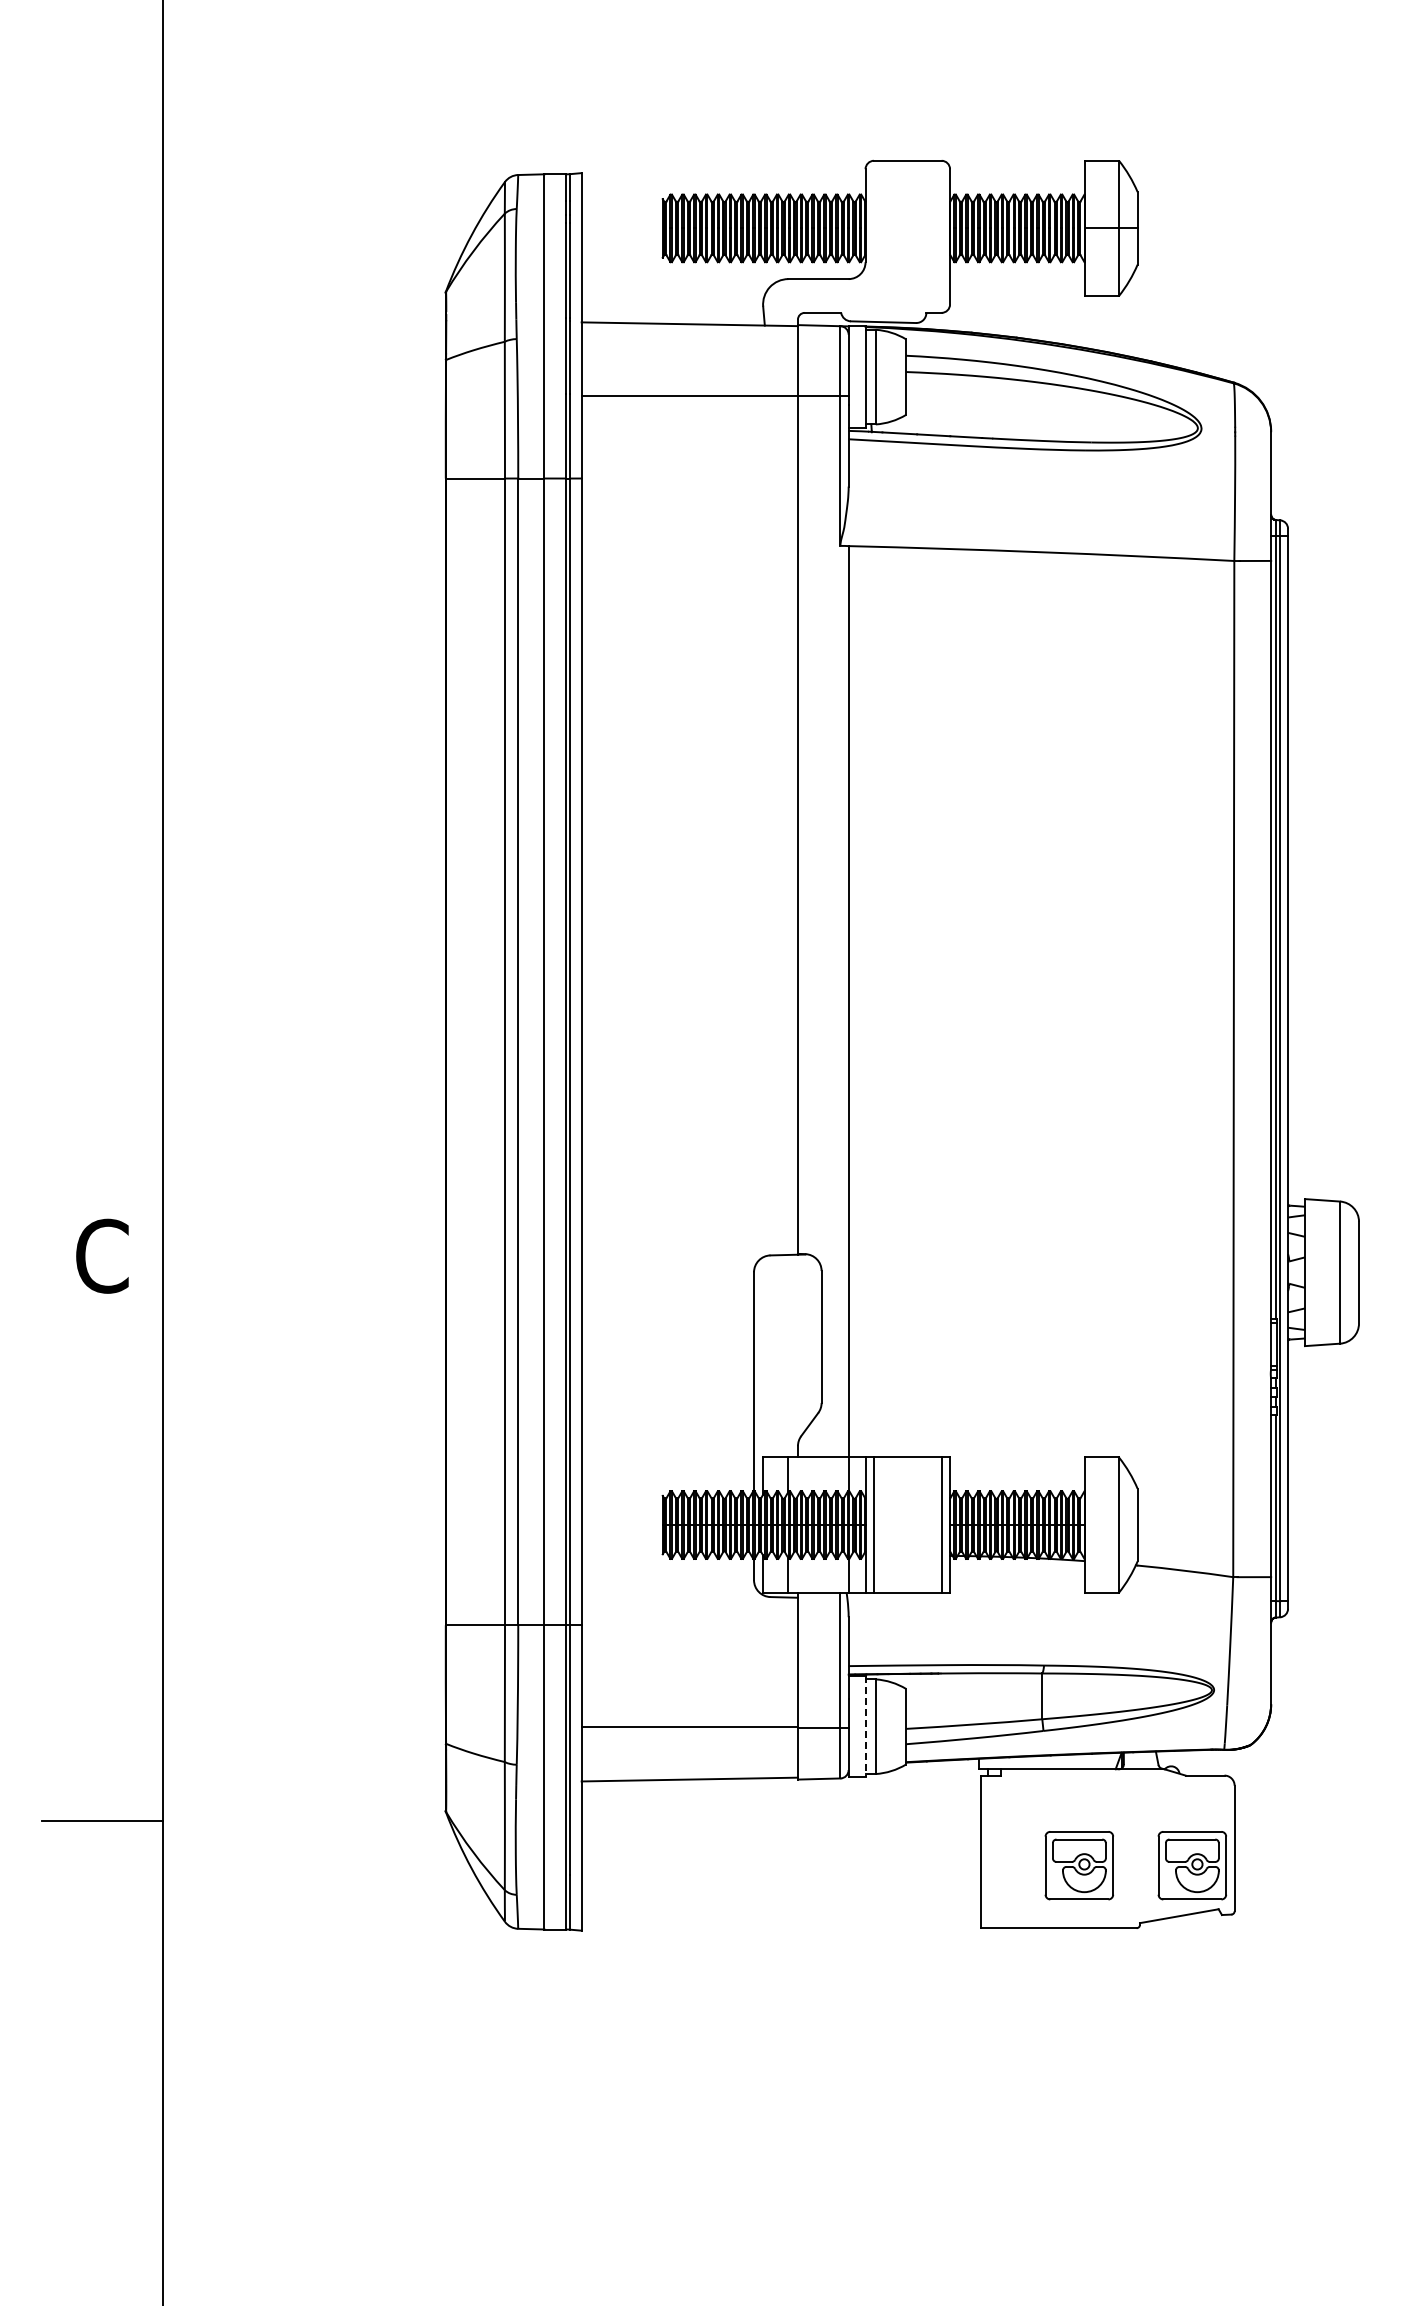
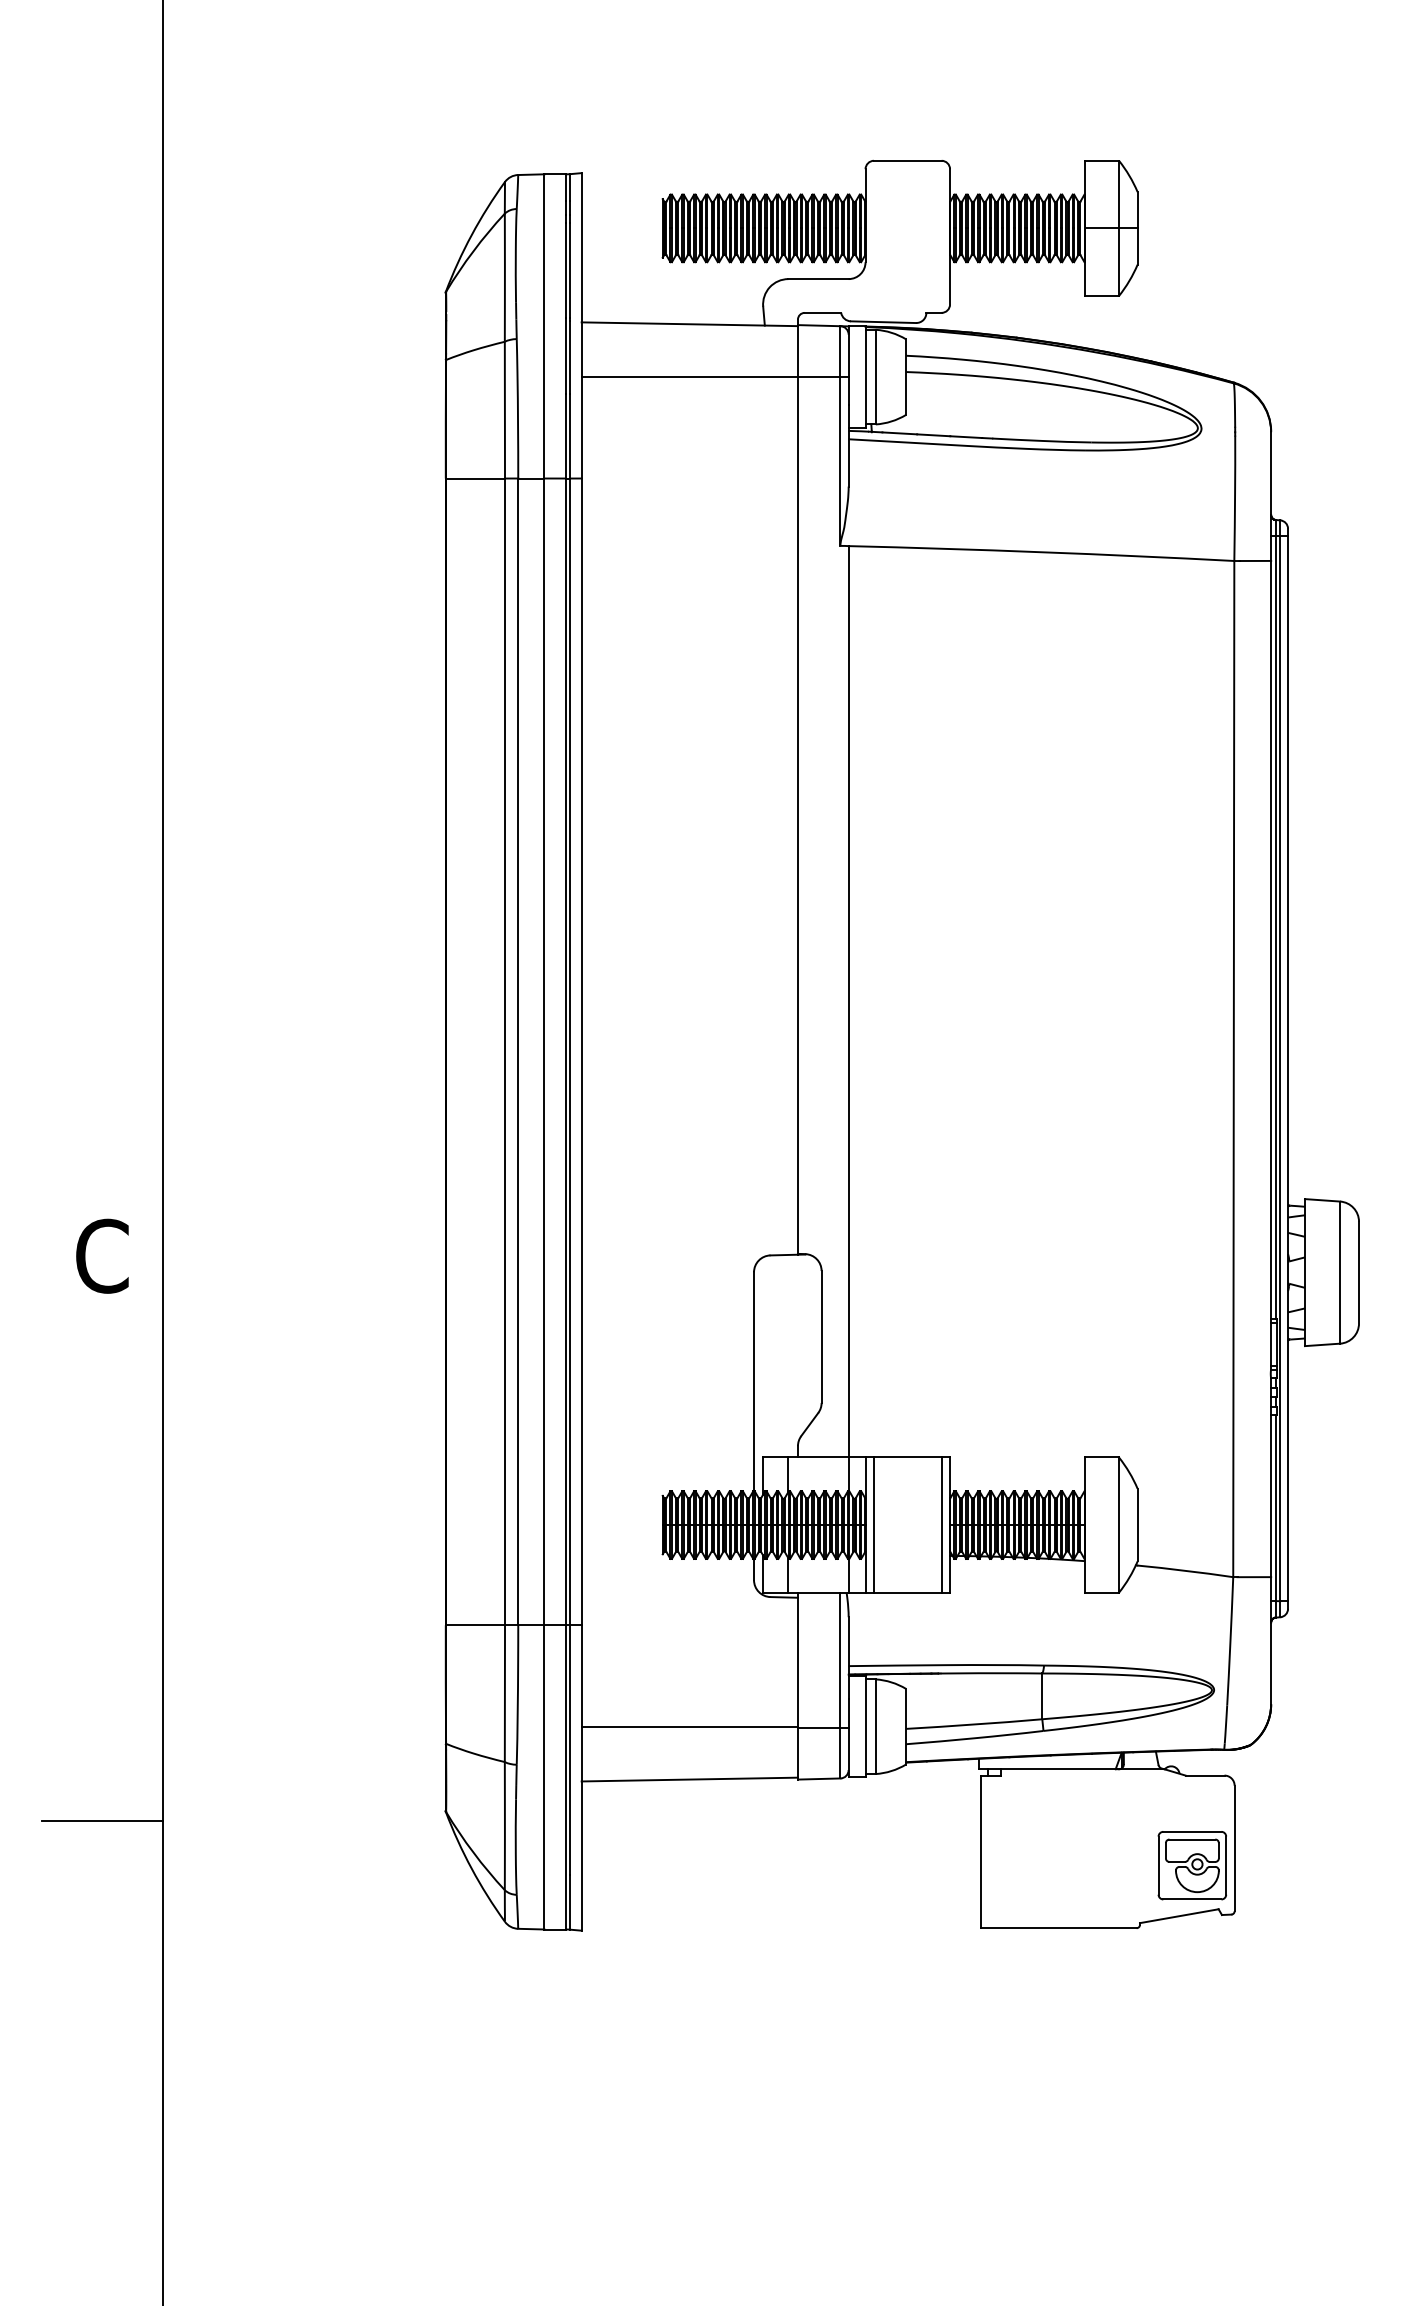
line at (714, 396) position: (714, 396) -> (714, 377)
line at (865, 1726): dashed -> solid
part at (1078, 1865): present -> none
